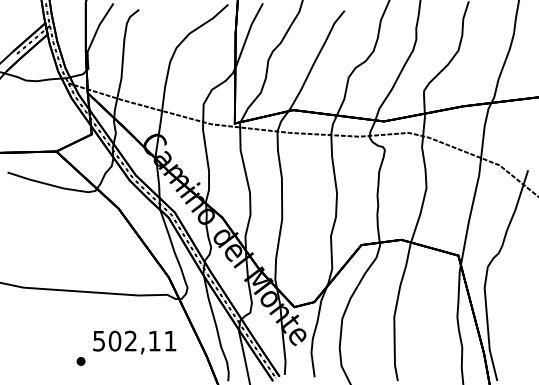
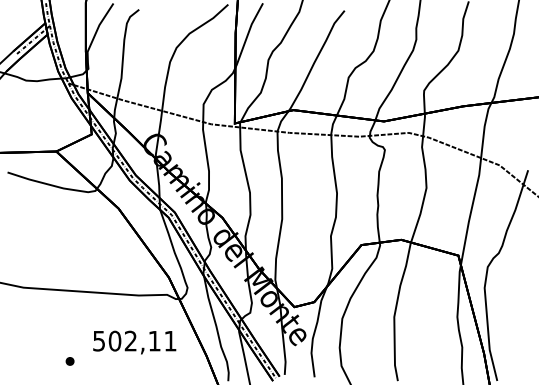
part at (80, 361) position: (80, 361) -> (69, 361)
